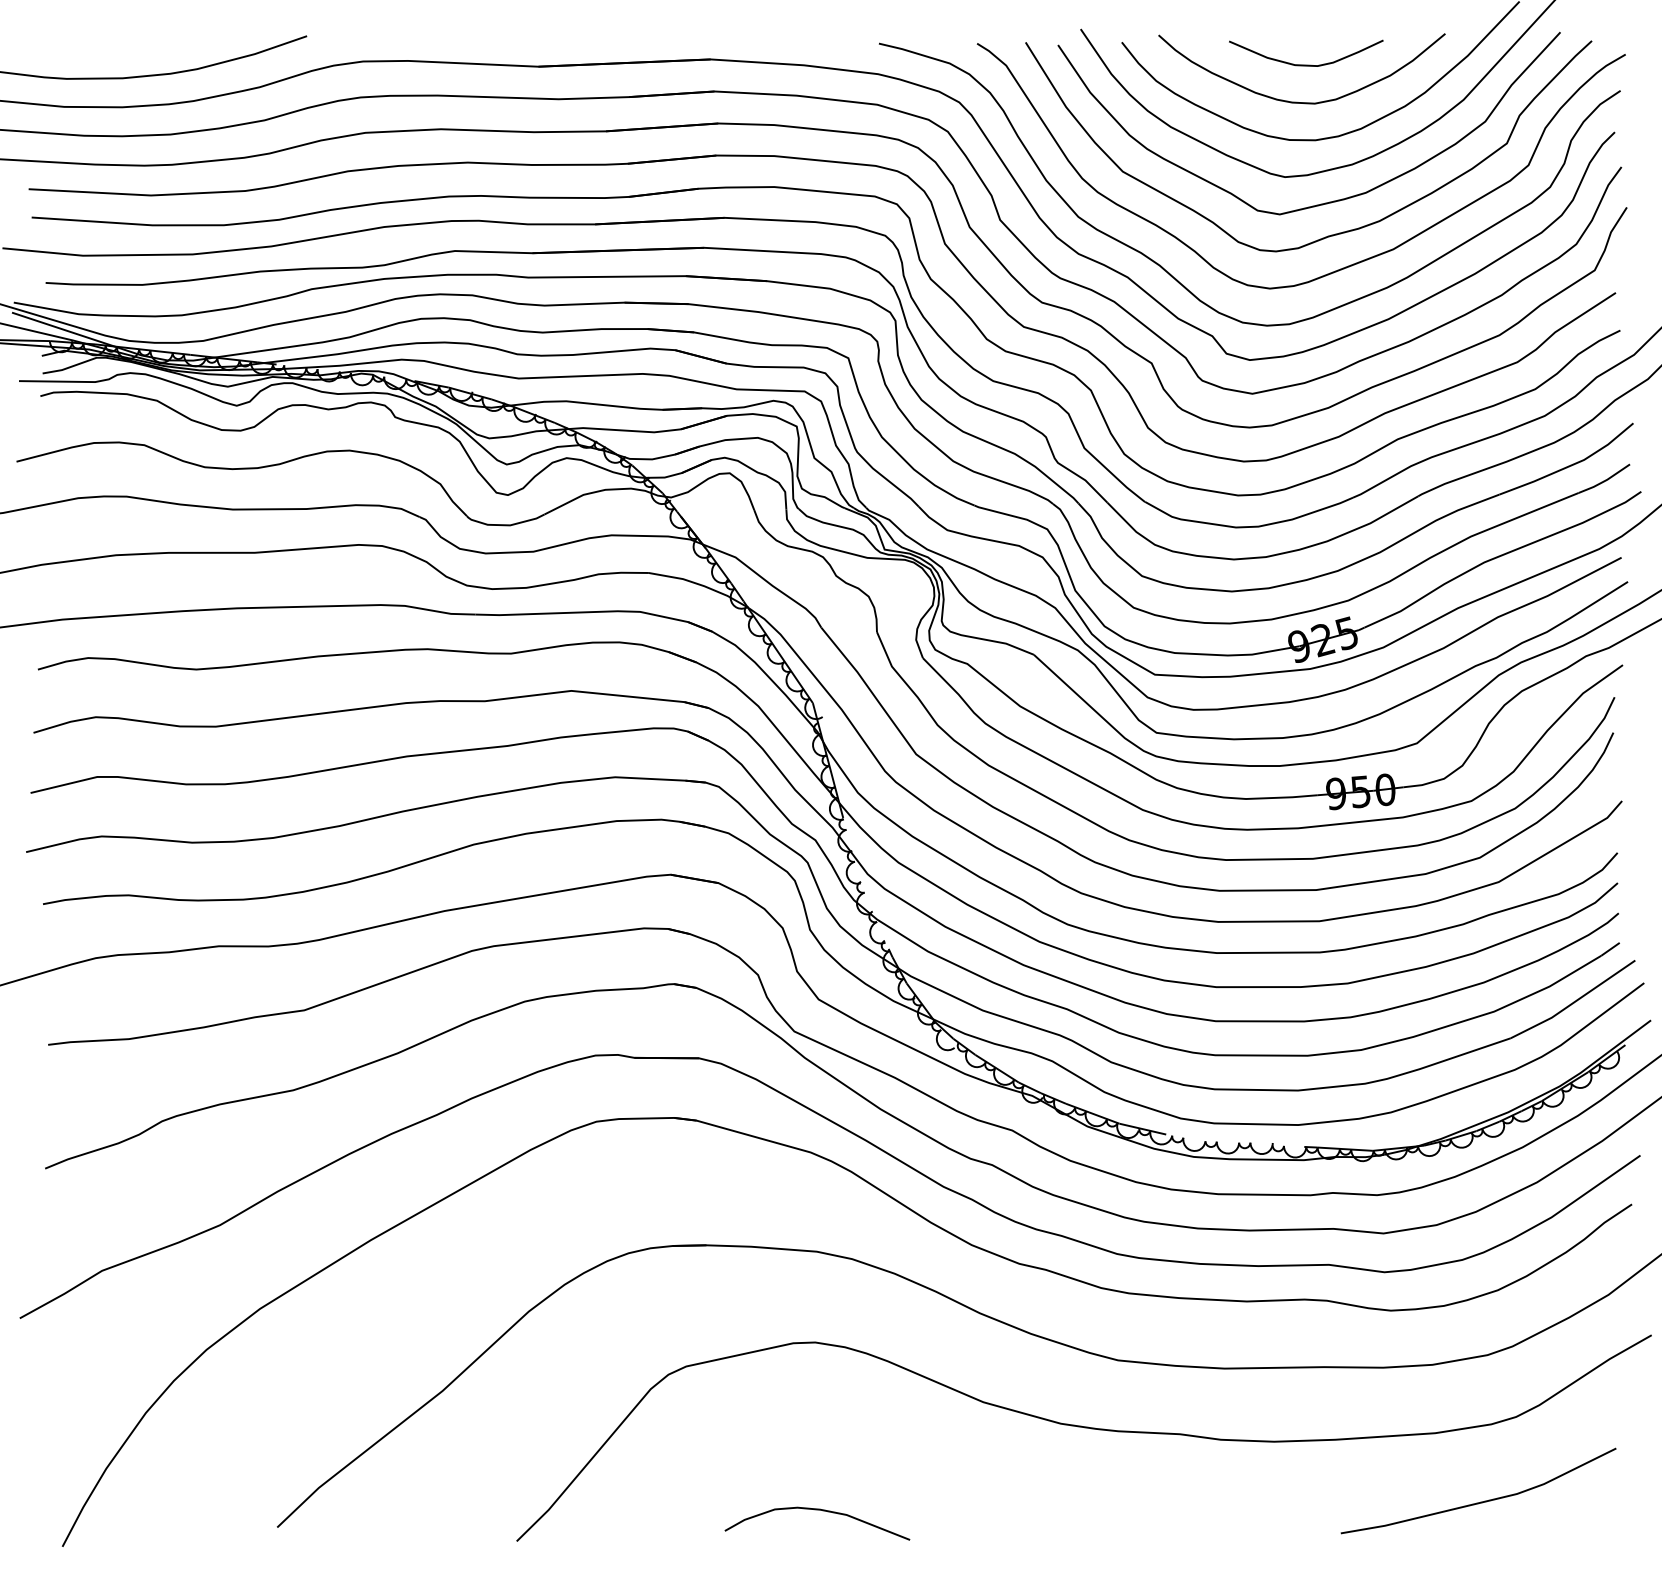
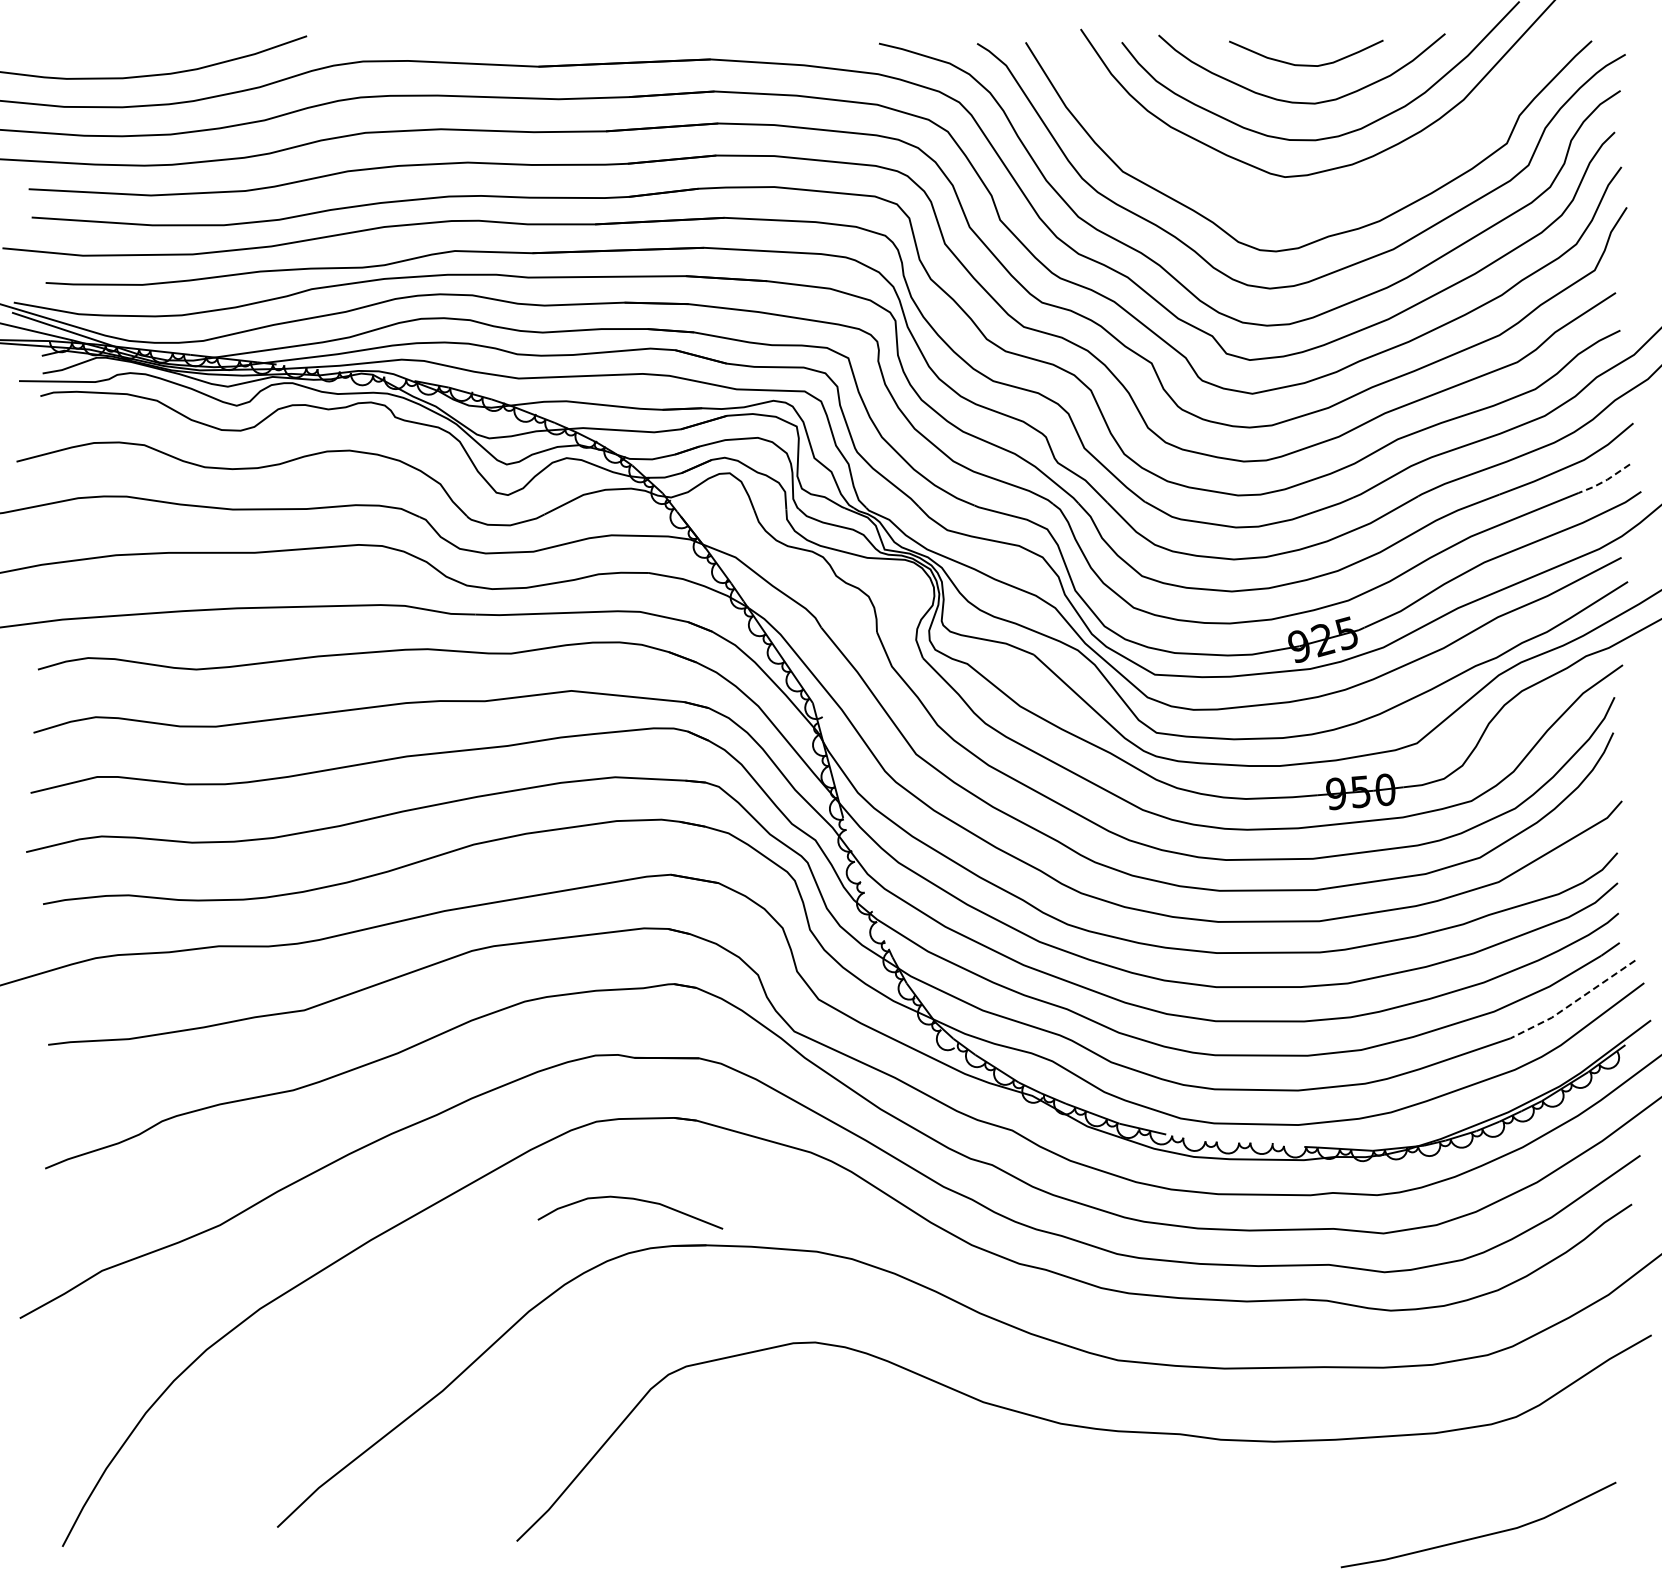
curve at (1329, 201): present -> none
line at (1604, 481): solid -> dashed
line at (1573, 1002): solid -> dashed
line at (1480, 1501) position: (1480, 1501) -> (1480, 1535)
curve at (817, 1510) position: (817, 1510) -> (630, 1199)
